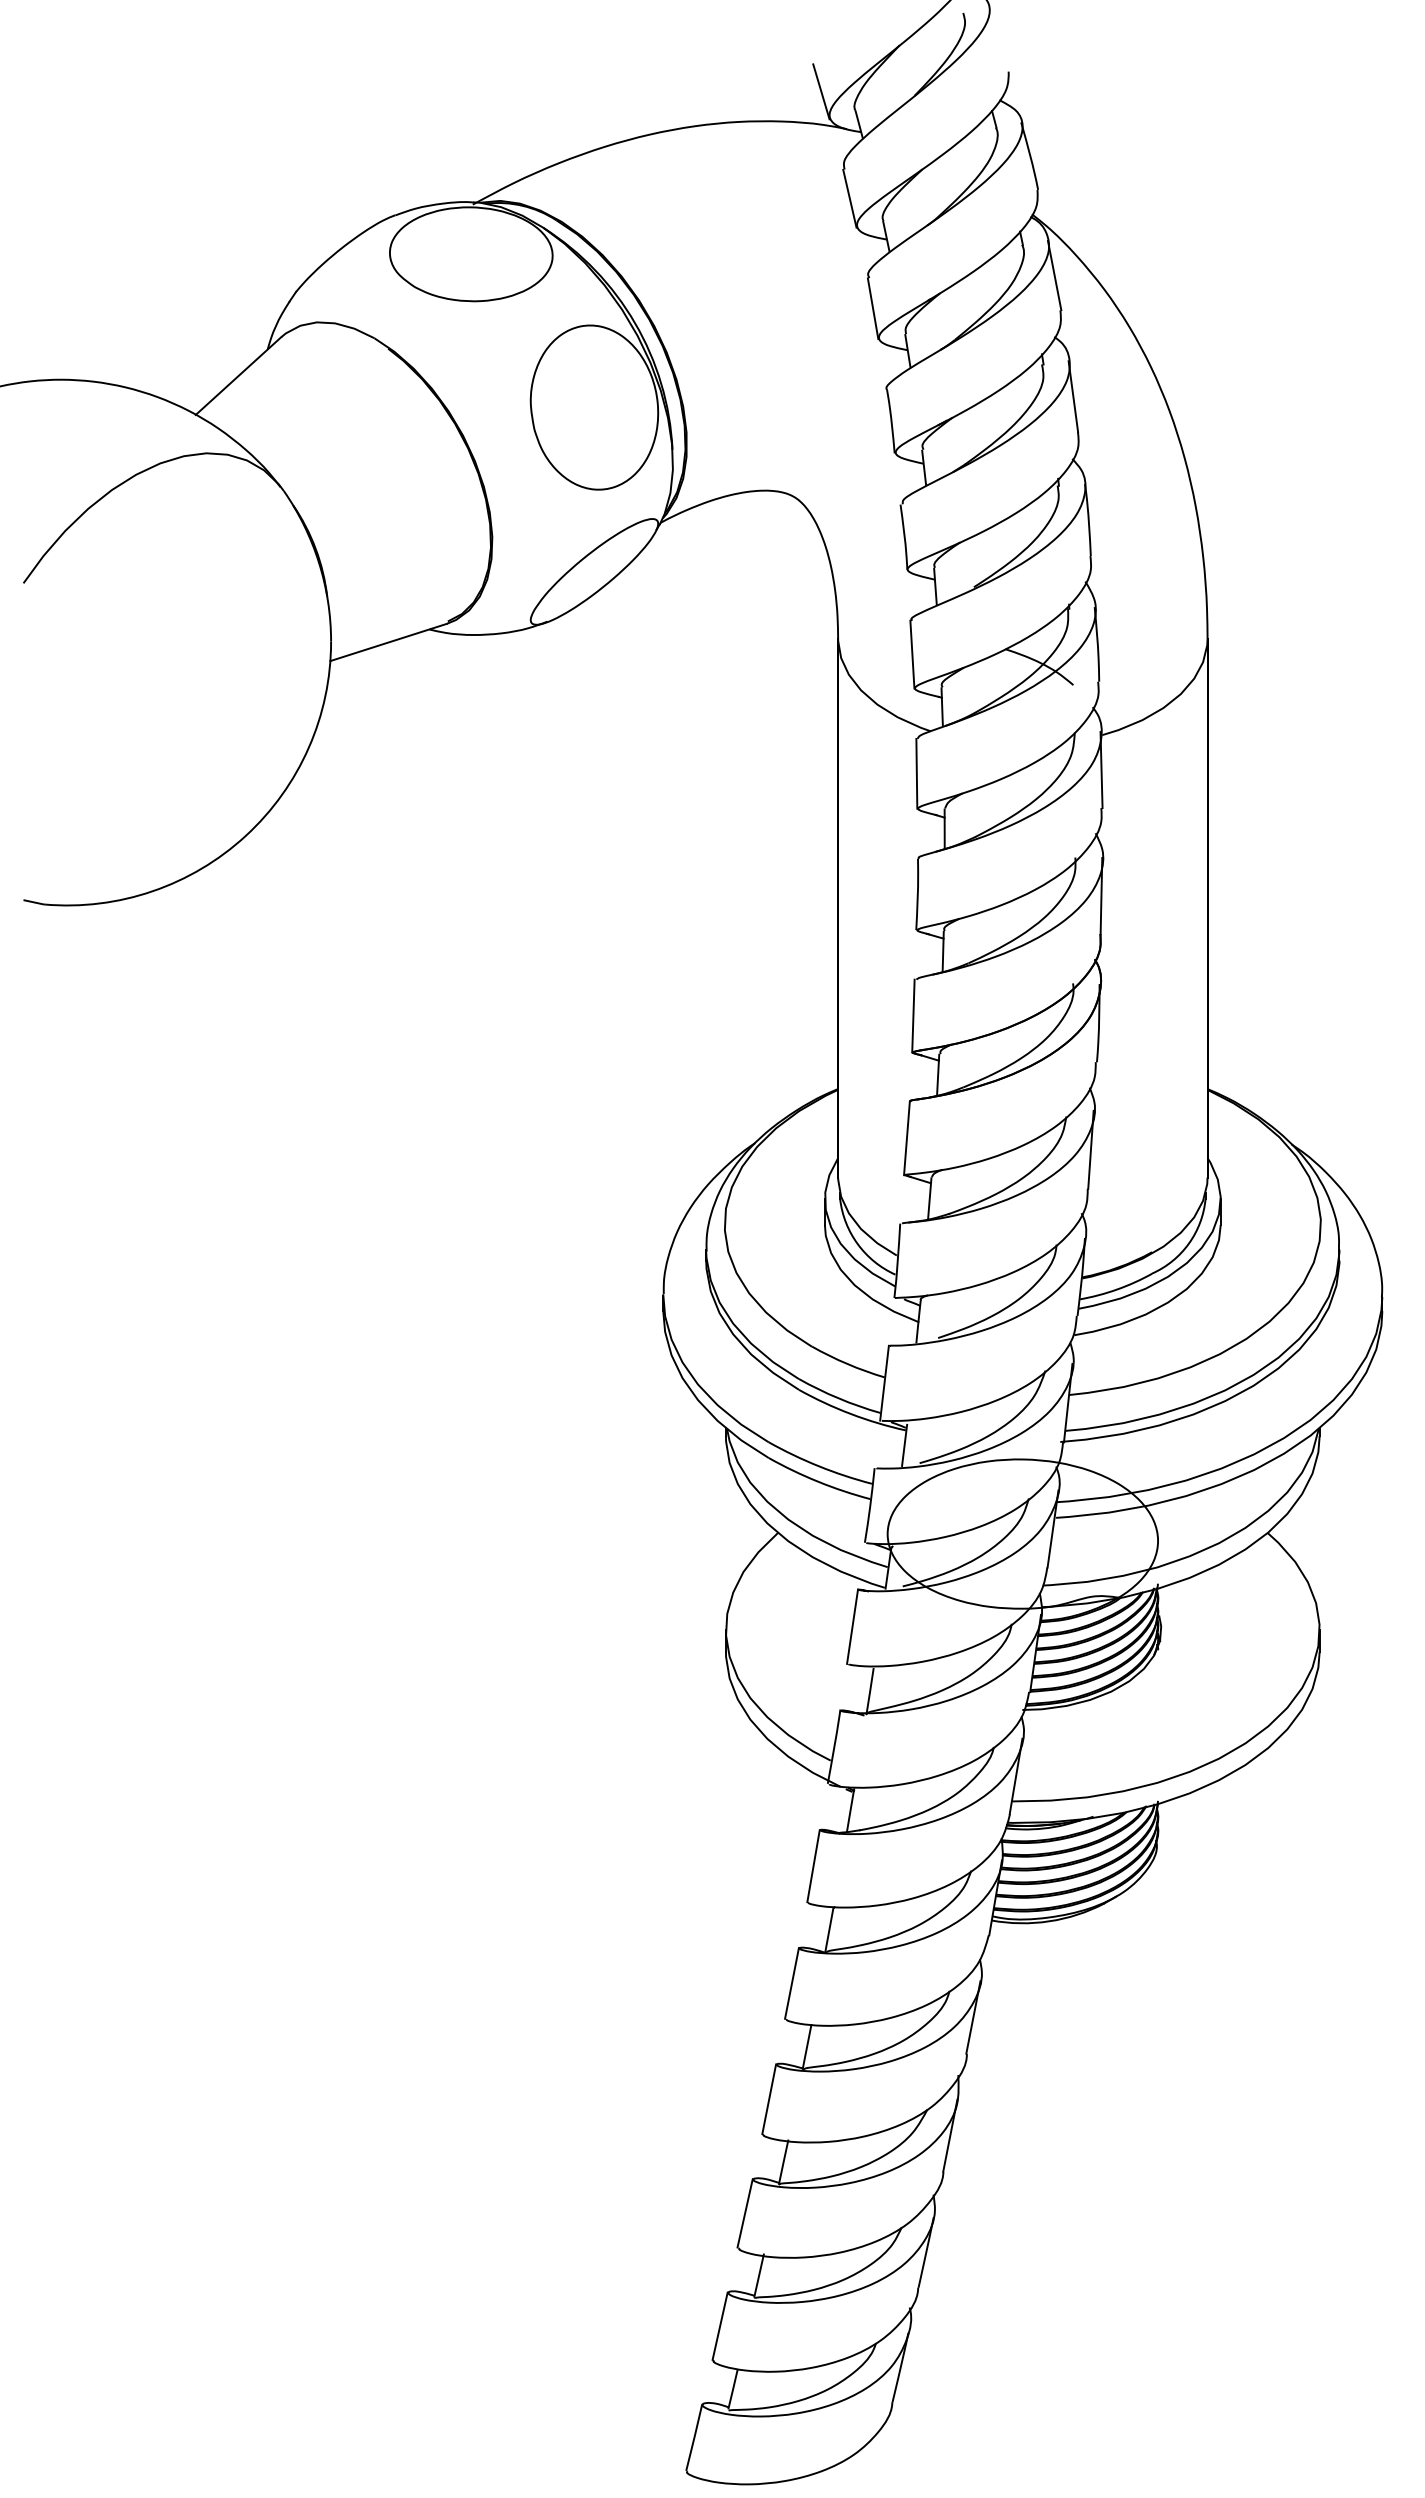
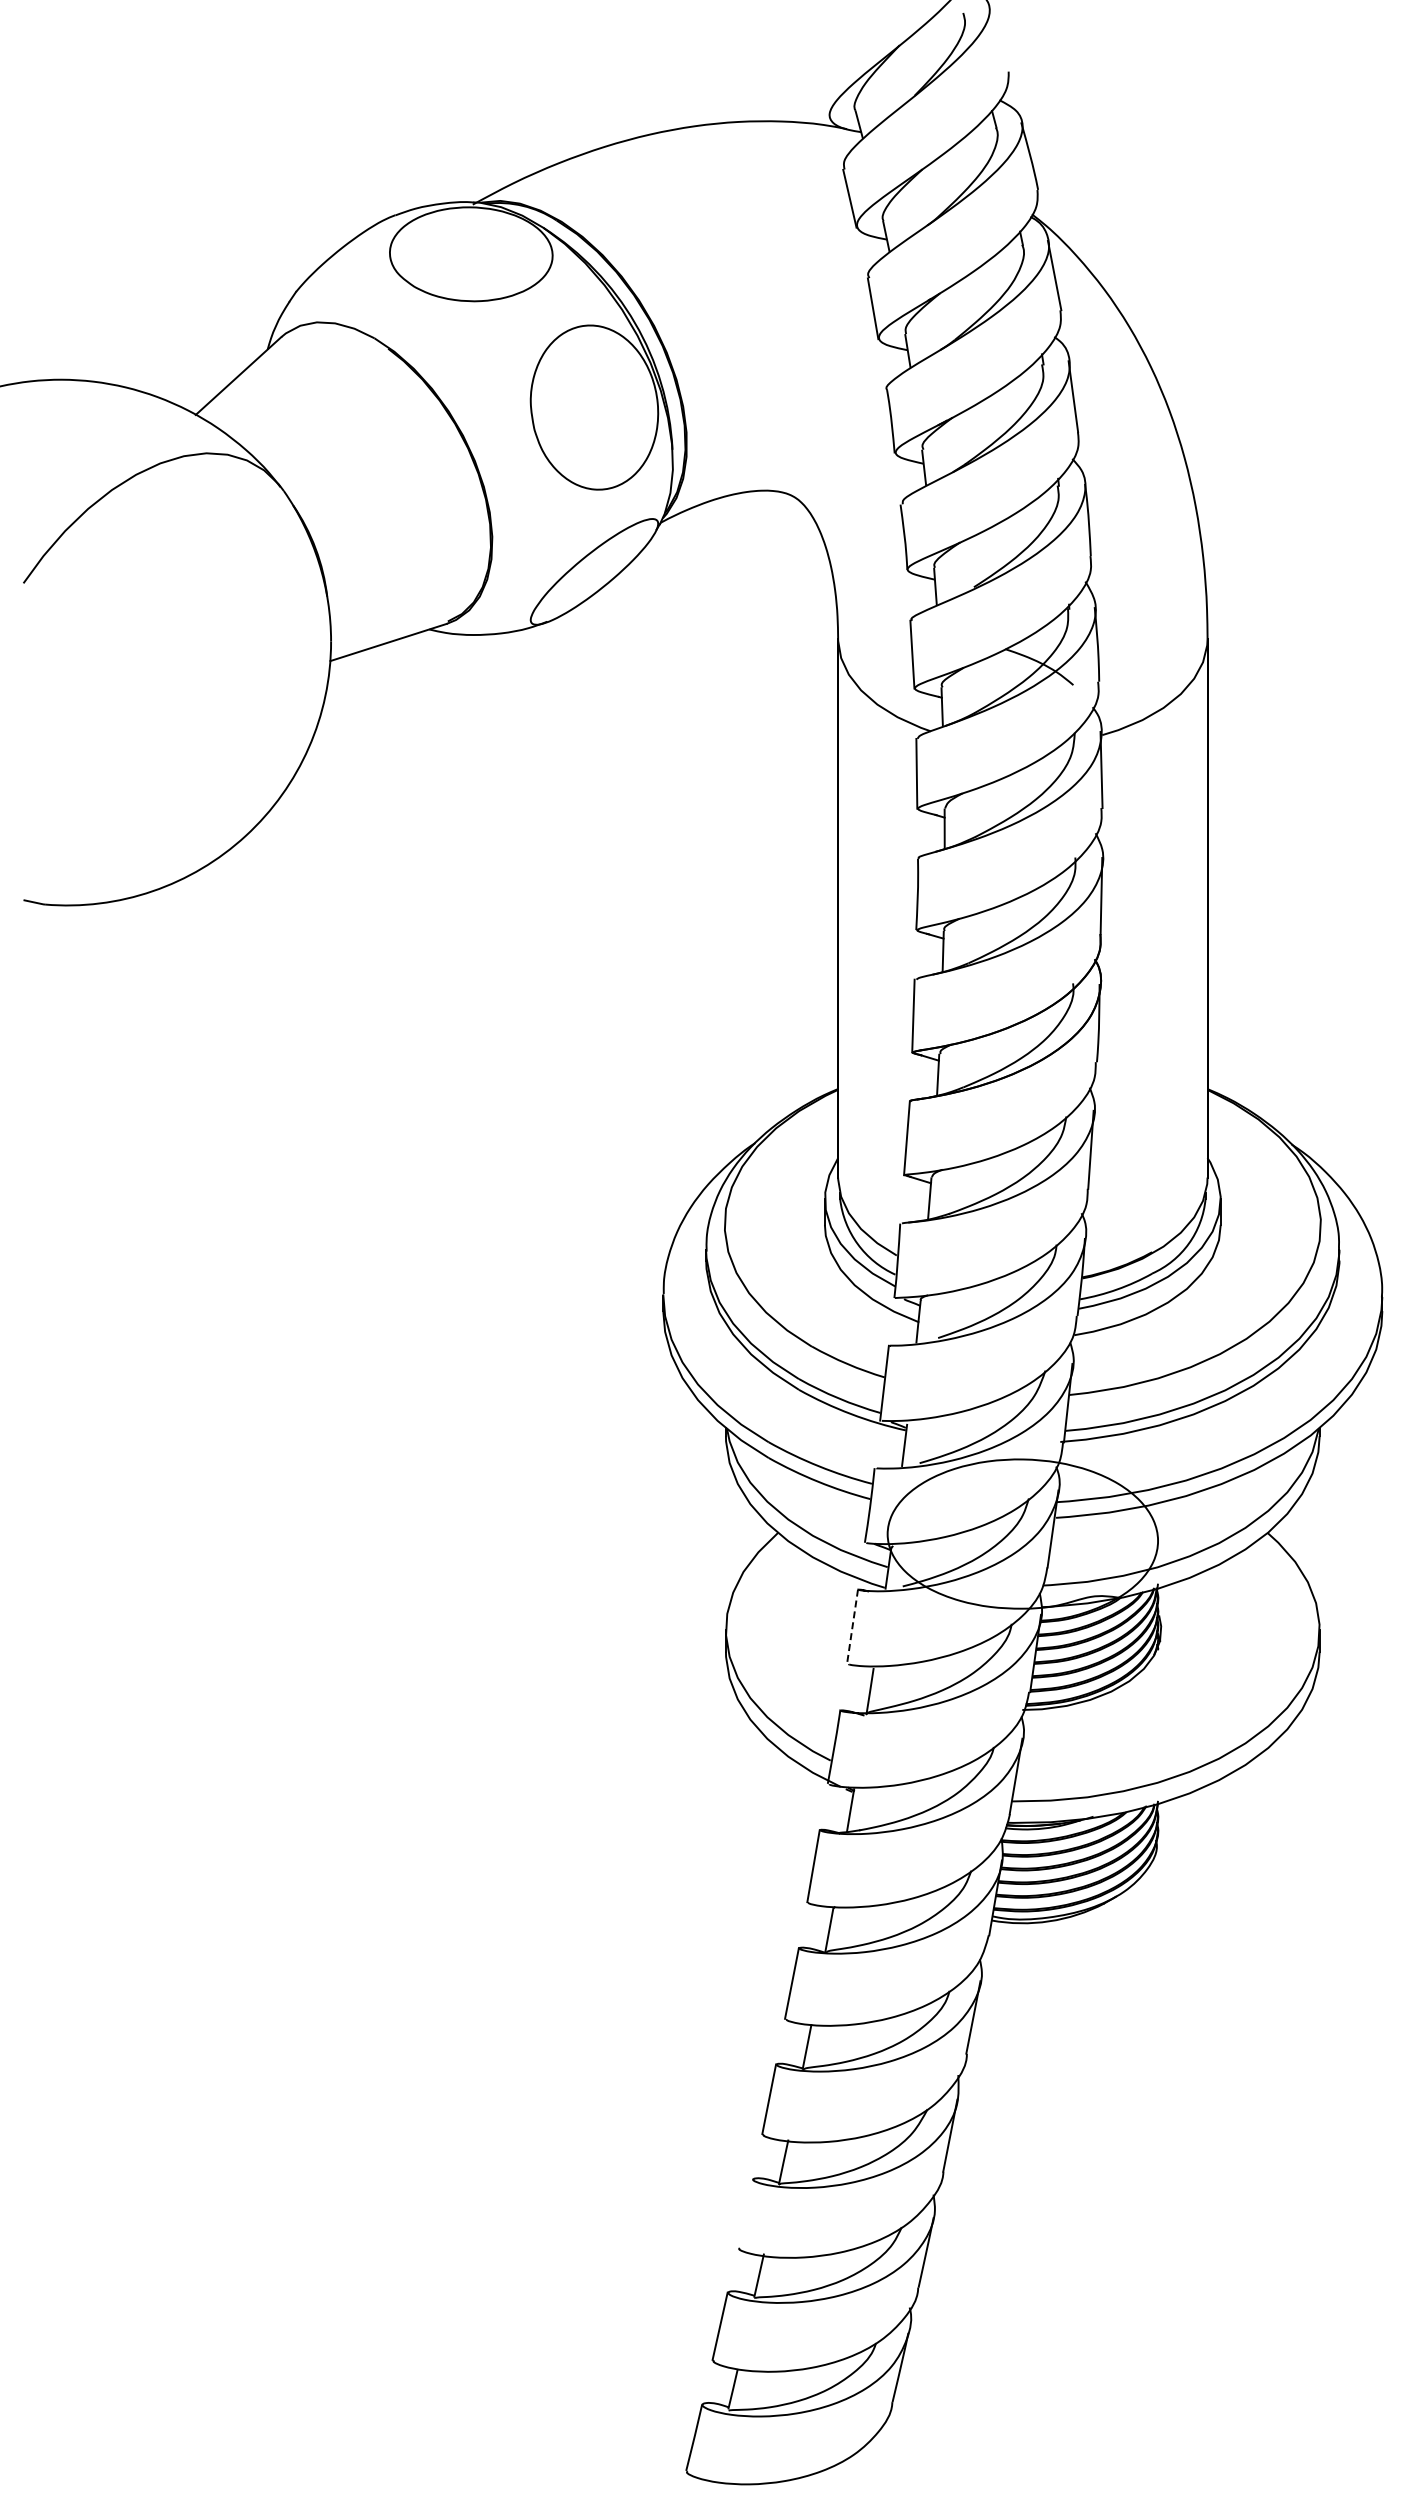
line at (821, 91): present -> none
line at (852, 1626): solid -> dashed
line at (744, 2213): present -> none
